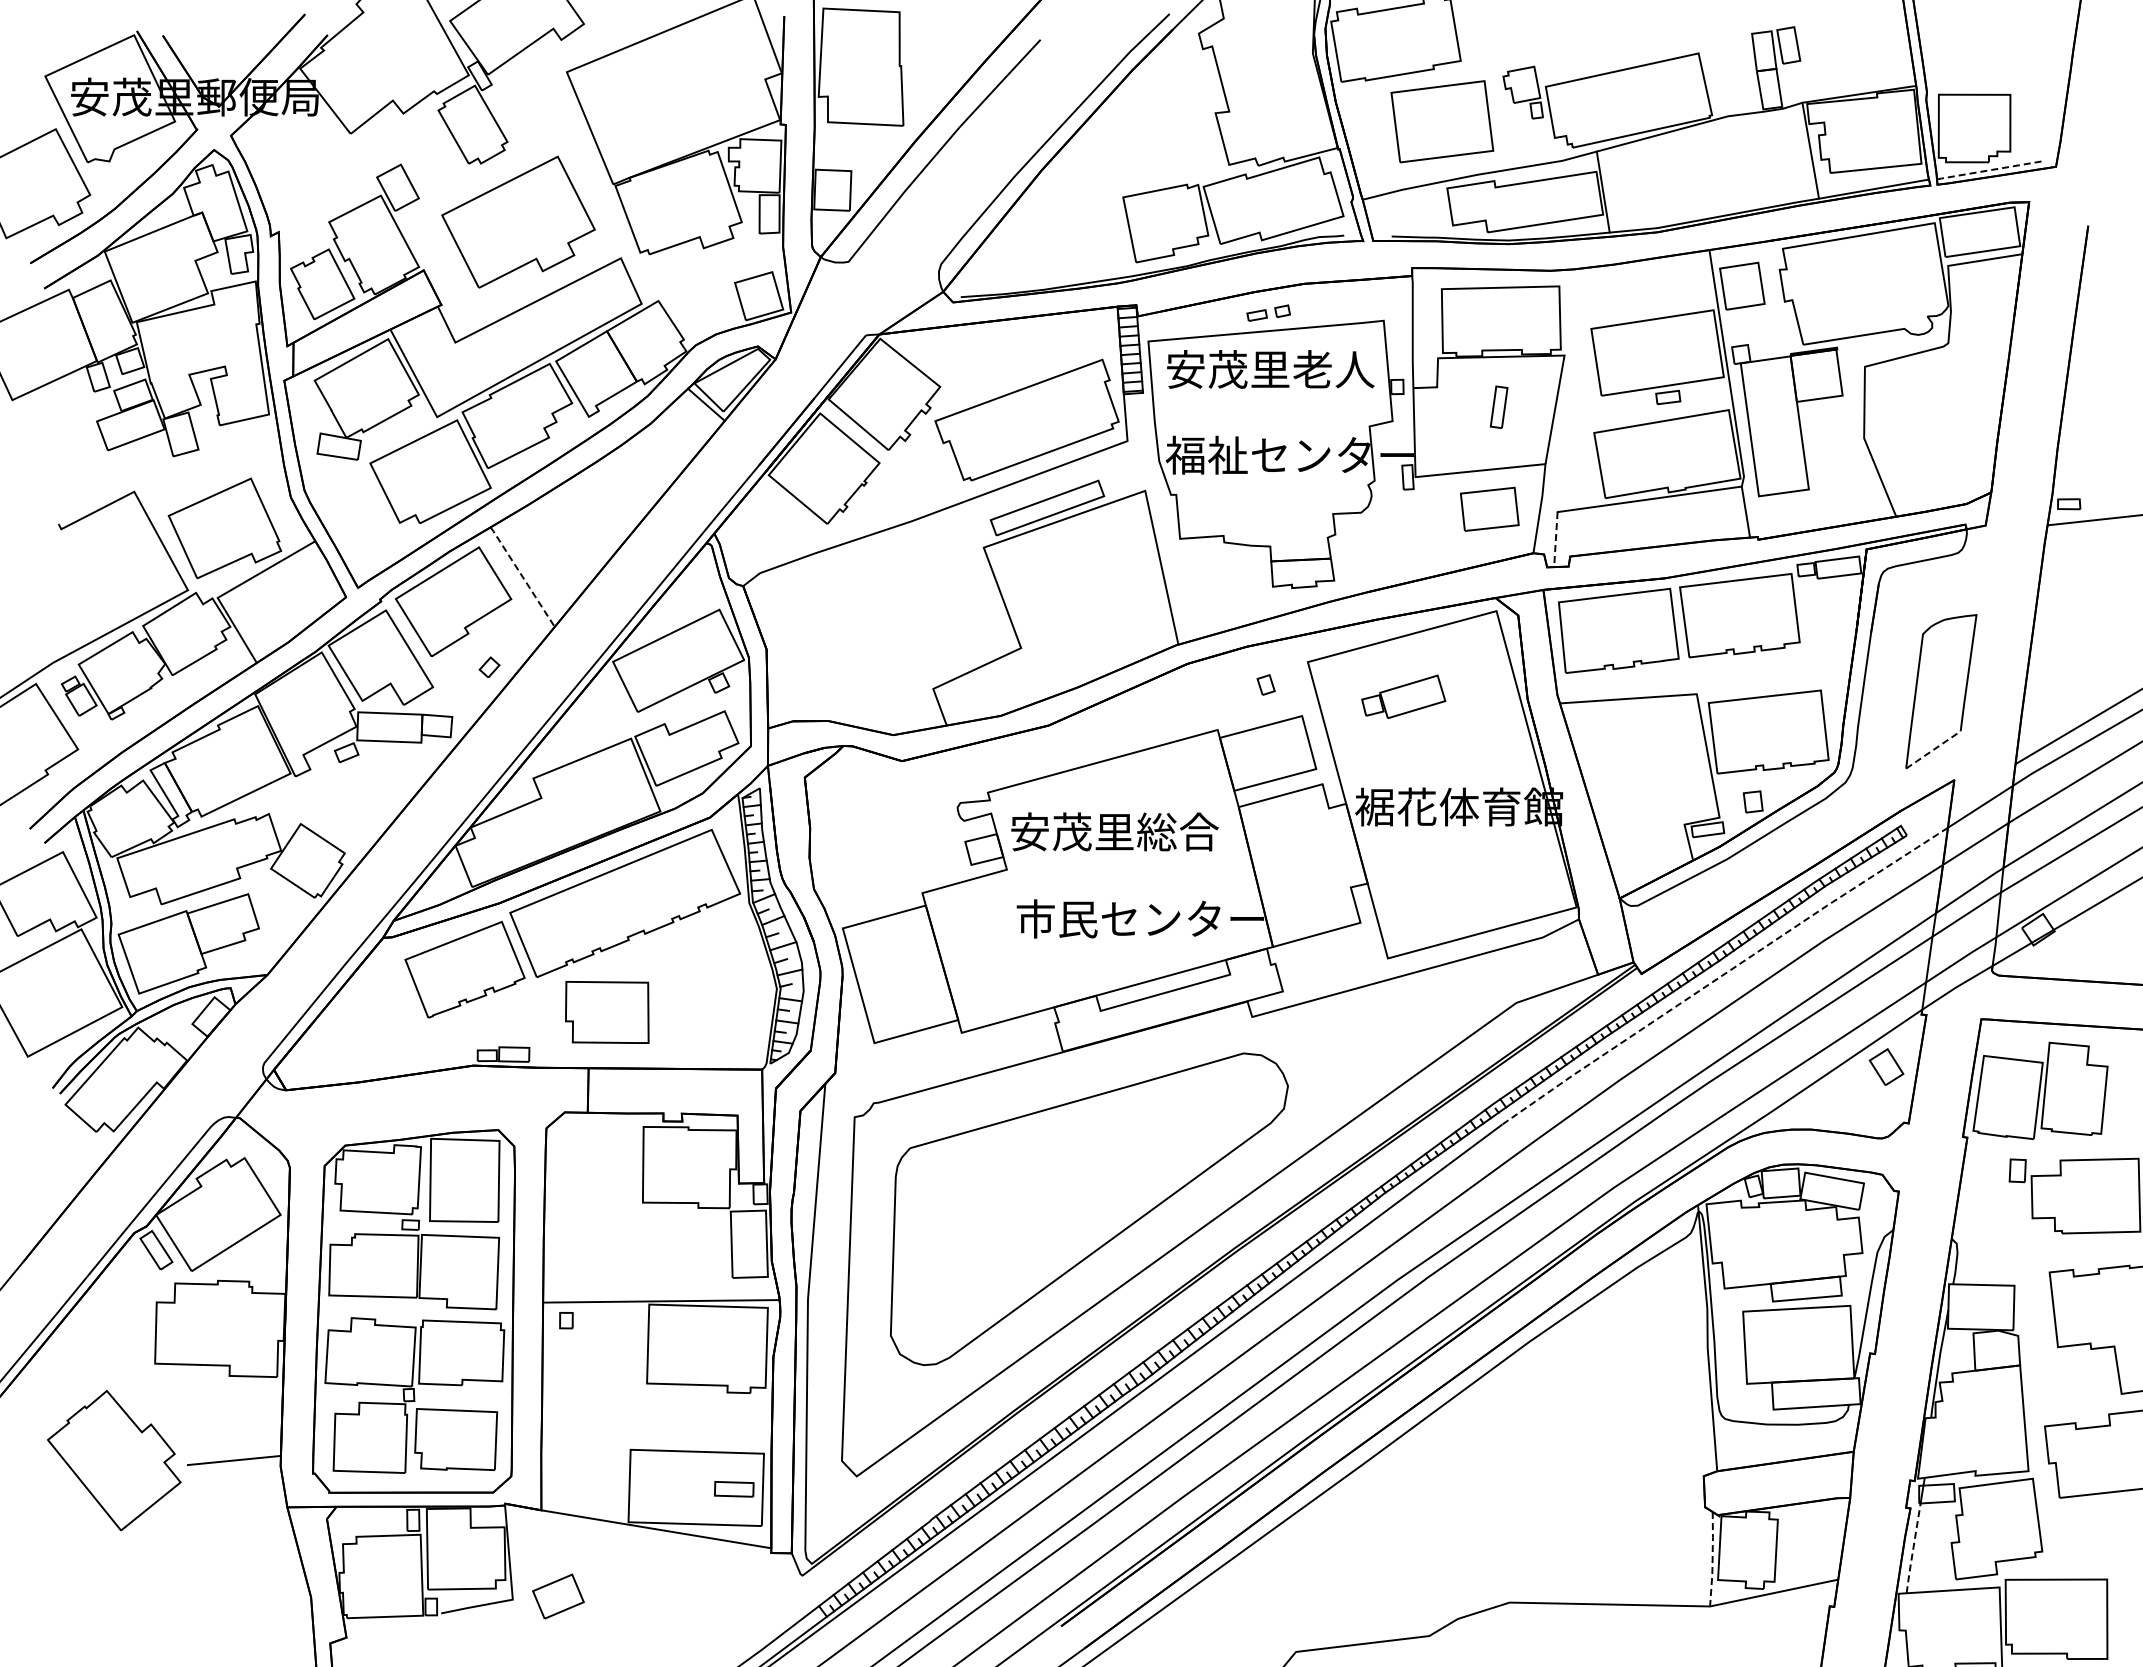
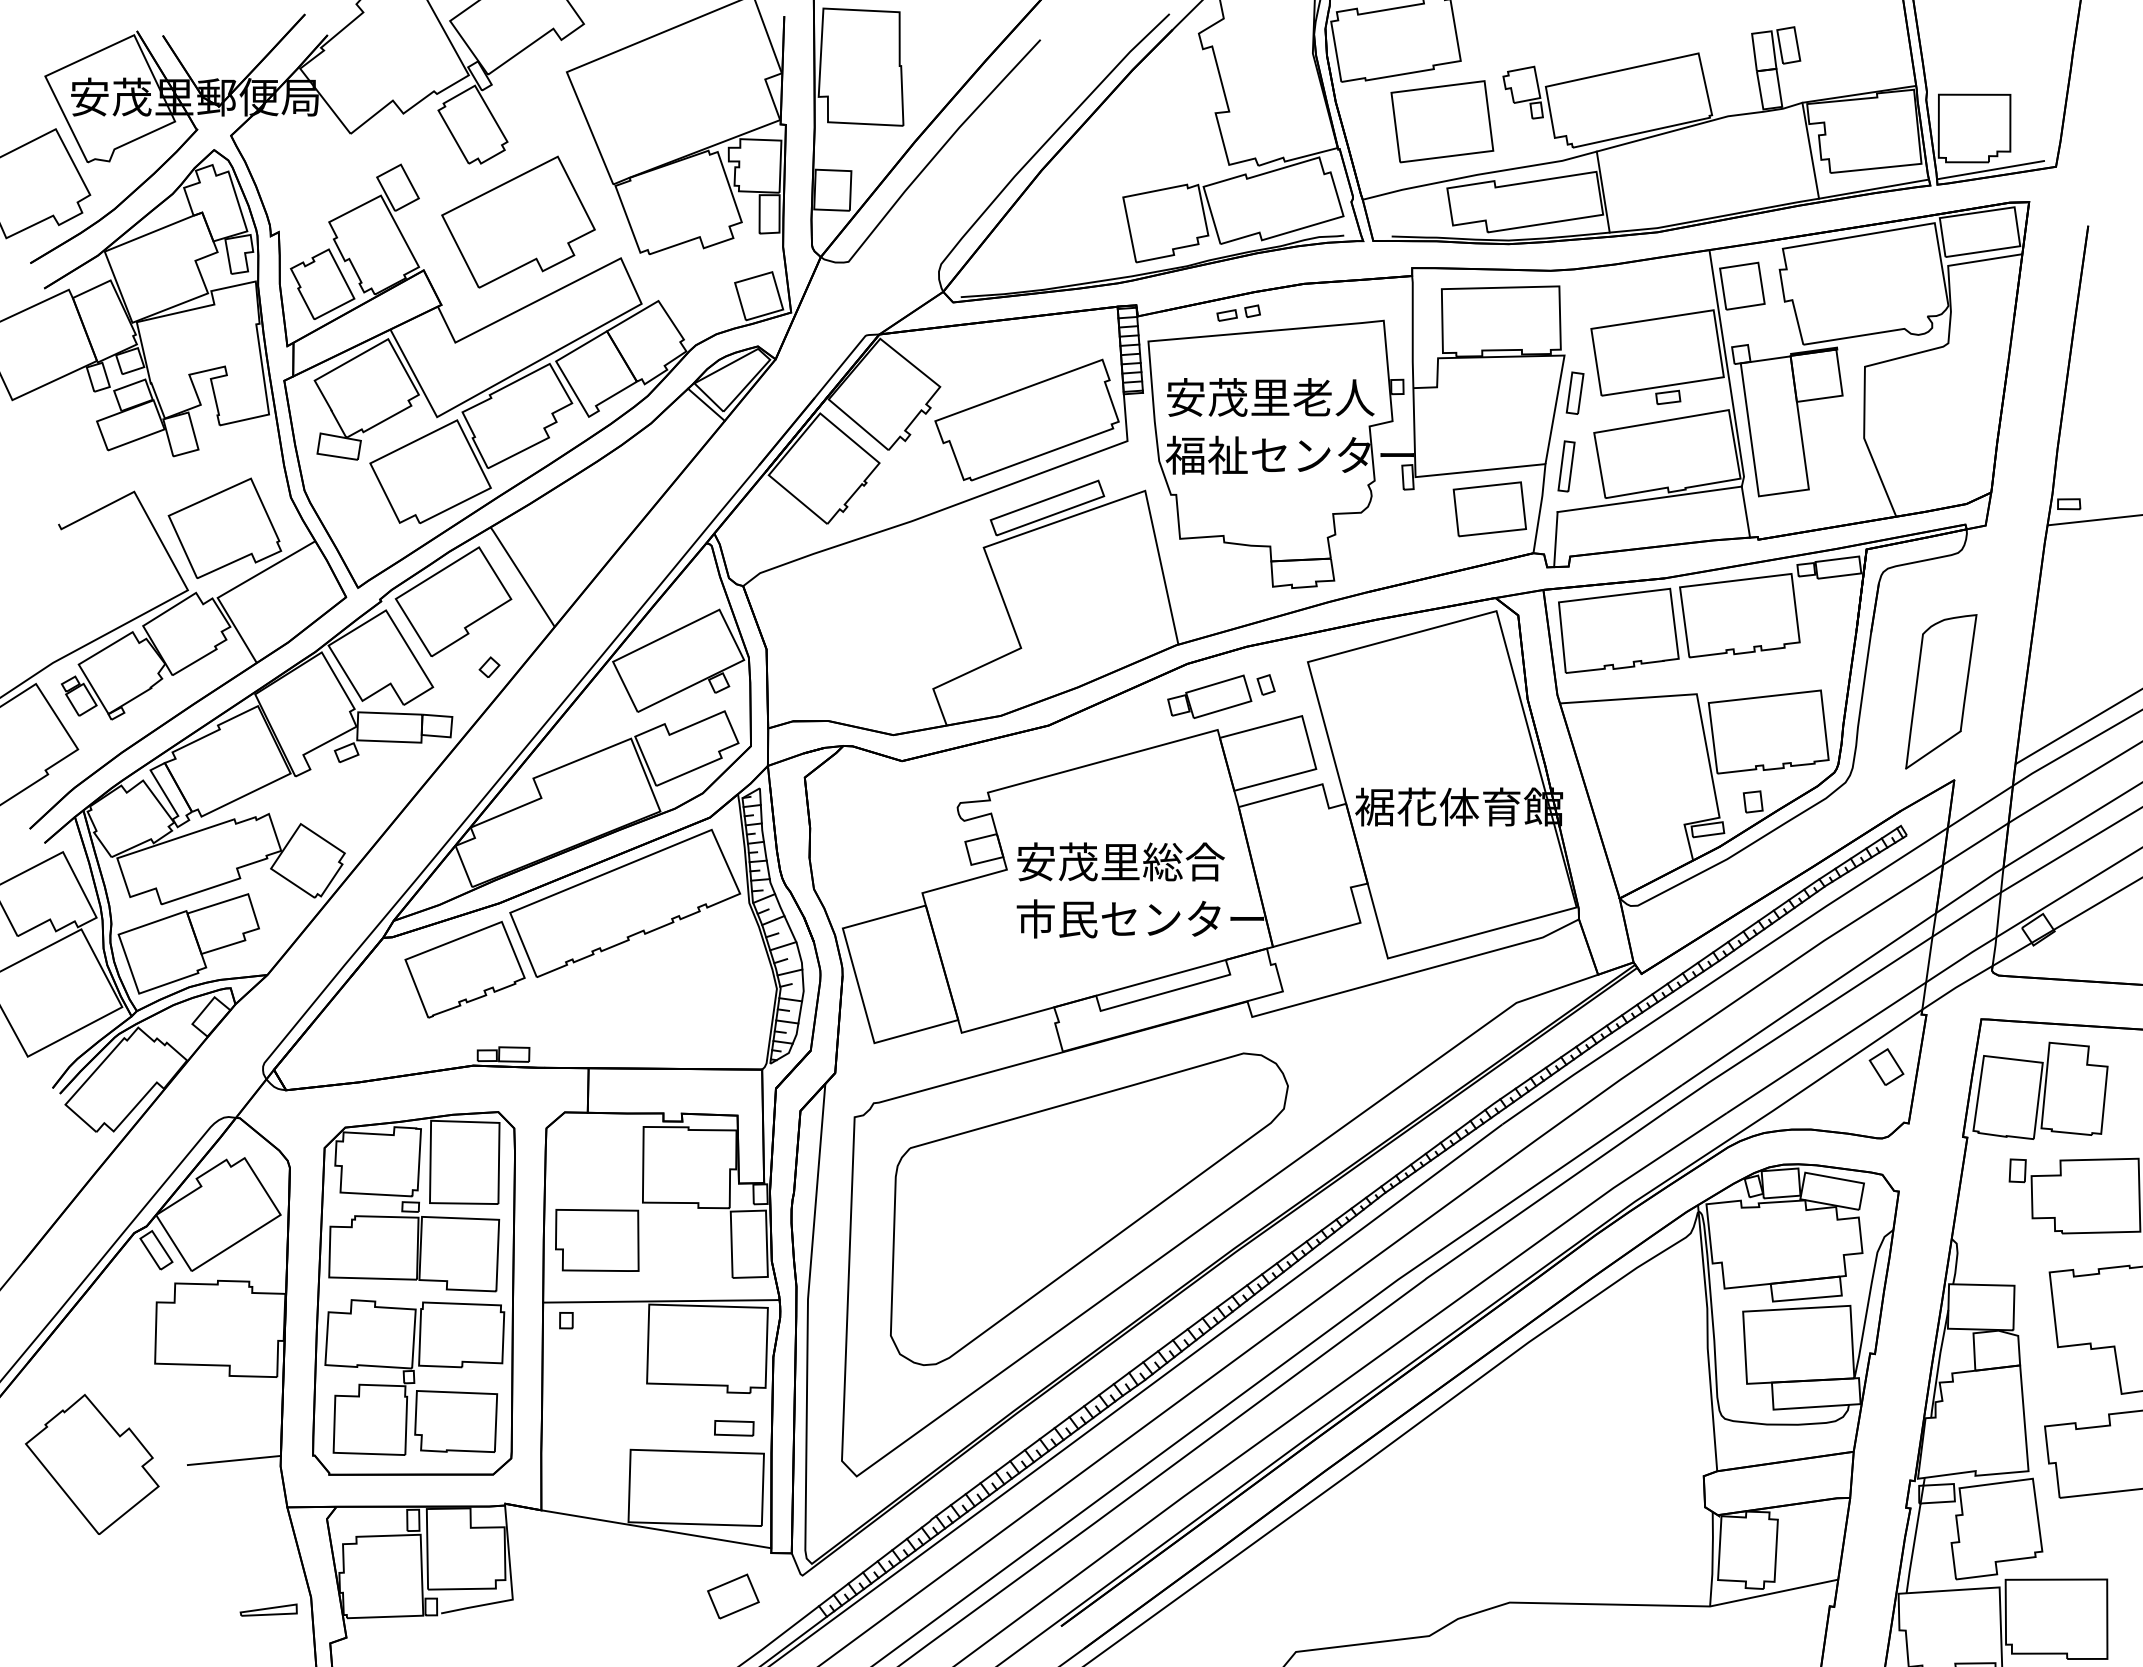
line at (1990, 170): dashed -> solid
part at (1268, 312) position: (1268, 312) -> (1238, 312)
text at (1270, 369) position: (1270, 369) -> (1270, 397)
part at (1498, 406) position: (1498, 406) -> (1574, 392)
part at (1566, 466): none -> present
part at (1489, 508) size: 60x46 px -> 75x57 px
line at (1555, 539): dashed -> solid
line at (522, 576): dashed -> solid
part at (1403, 696) position: (1403, 696) -> (1209, 696)
line at (1933, 749): dashed -> solid
text at (1114, 831) position: (1114, 831) -> (1120, 861)
line at (1723, 974): dashed -> solid
part at (607, 1012) position: (607, 1012) -> (597, 1240)
part at (413, 1311) position: (413, 1311) -> (413, 1293)
part at (114, 1460) position: (114, 1460) -> (92, 1464)
part at (734, 1489) position: (734, 1489) -> (734, 1428)
line at (1913, 1548): dashed -> solid
line at (1712, 1559): dashed -> solid
part at (558, 1596) position: (558, 1596) -> (733, 1596)
part at (268, 1609): none -> present
